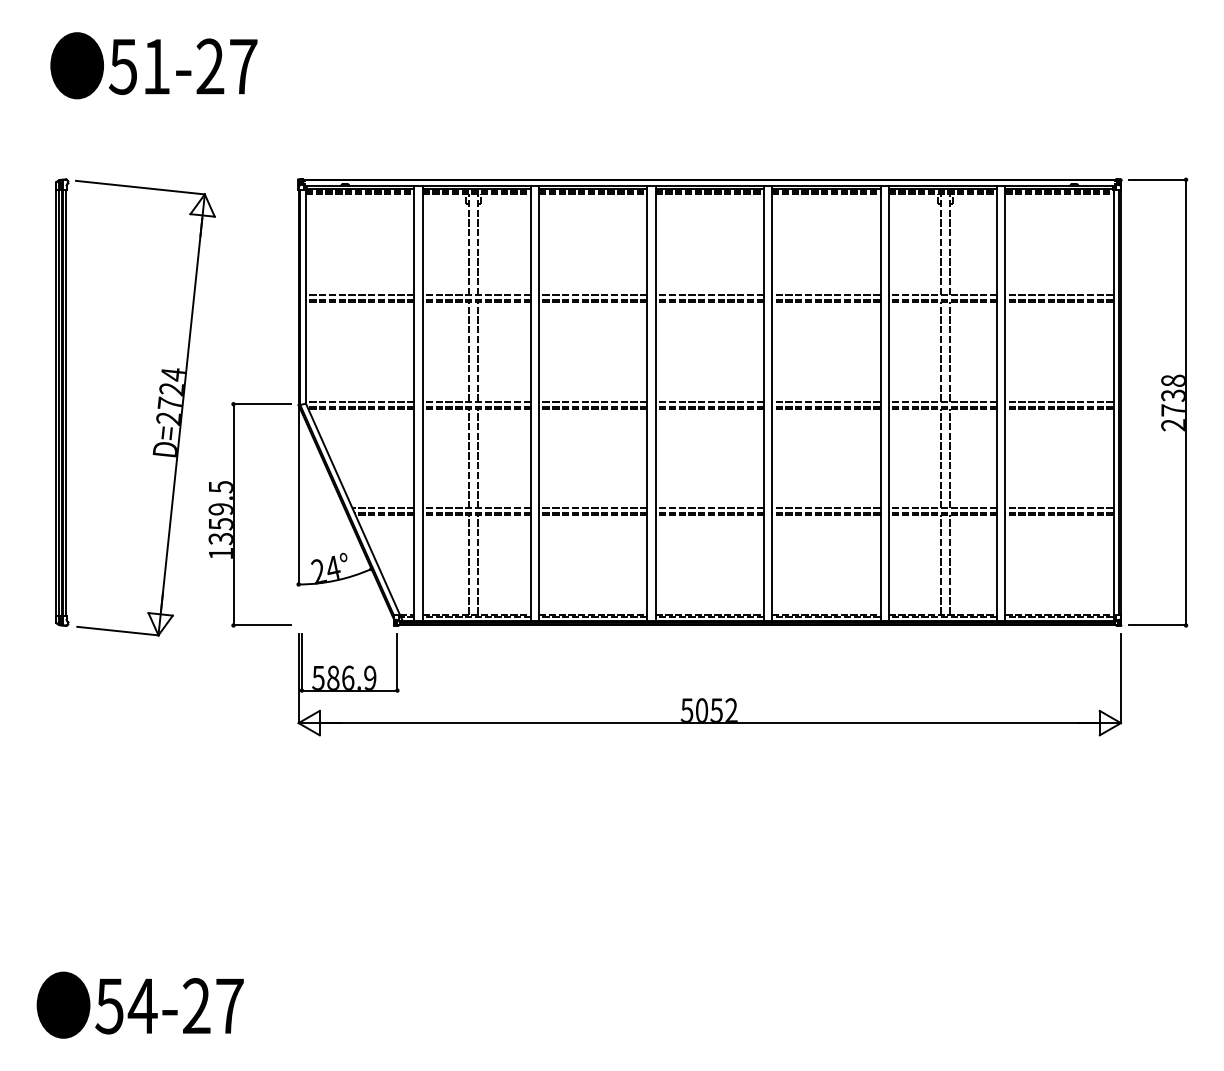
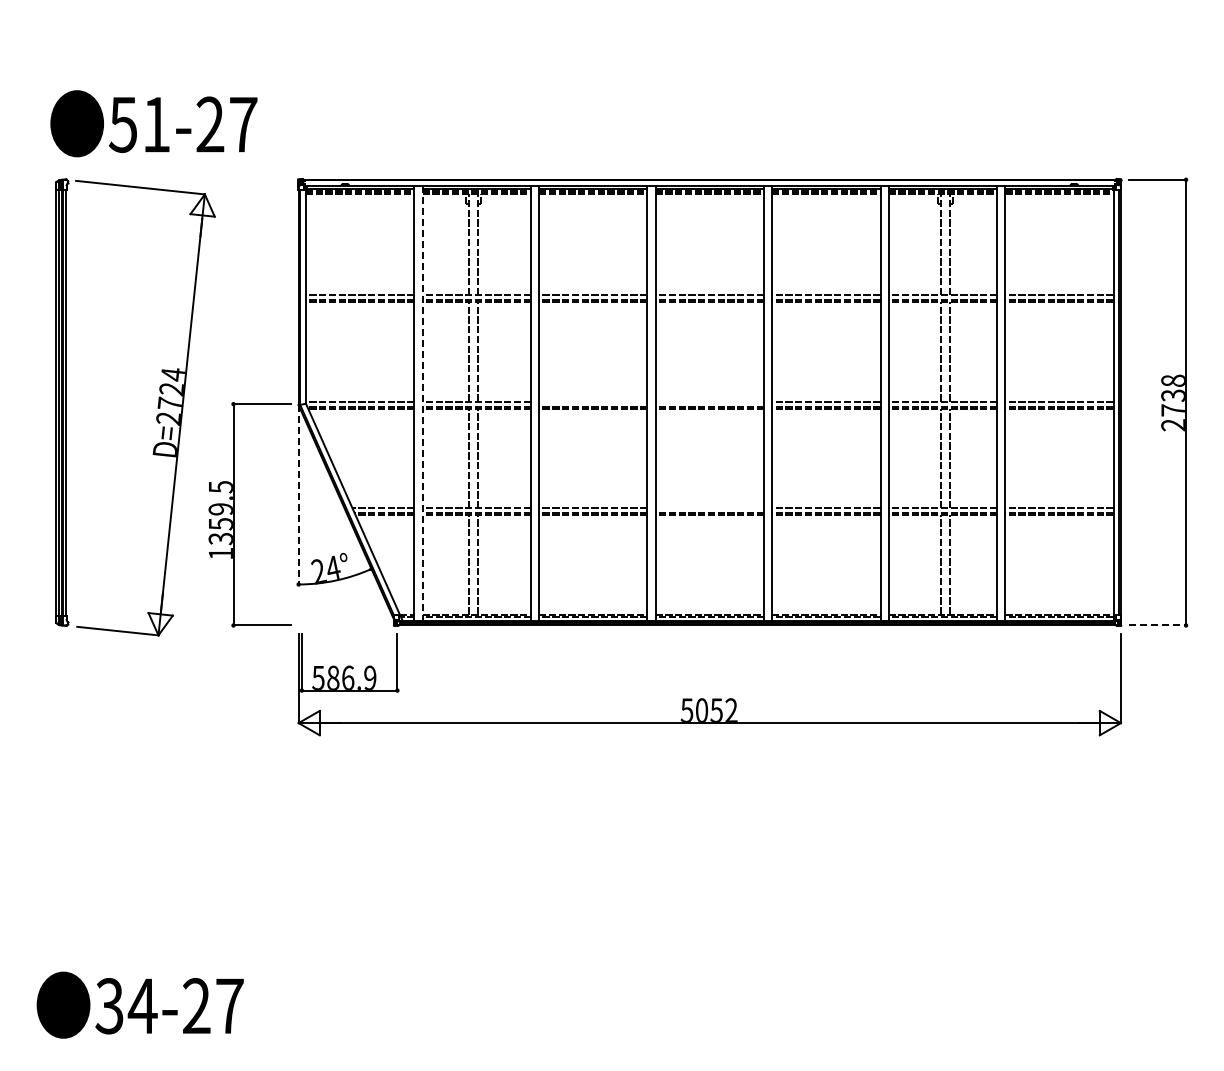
text at (153, 65) position: (153, 65) -> (153, 123)
line at (593, 401): present -> none
line at (709, 401): present -> none
line at (422, 403): solid -> dashed
line at (298, 495): solid -> dashed
line at (709, 508): present -> none
line at (1157, 625): solid -> dashed
text at (109, 1005): 54-27 -> 34-27
